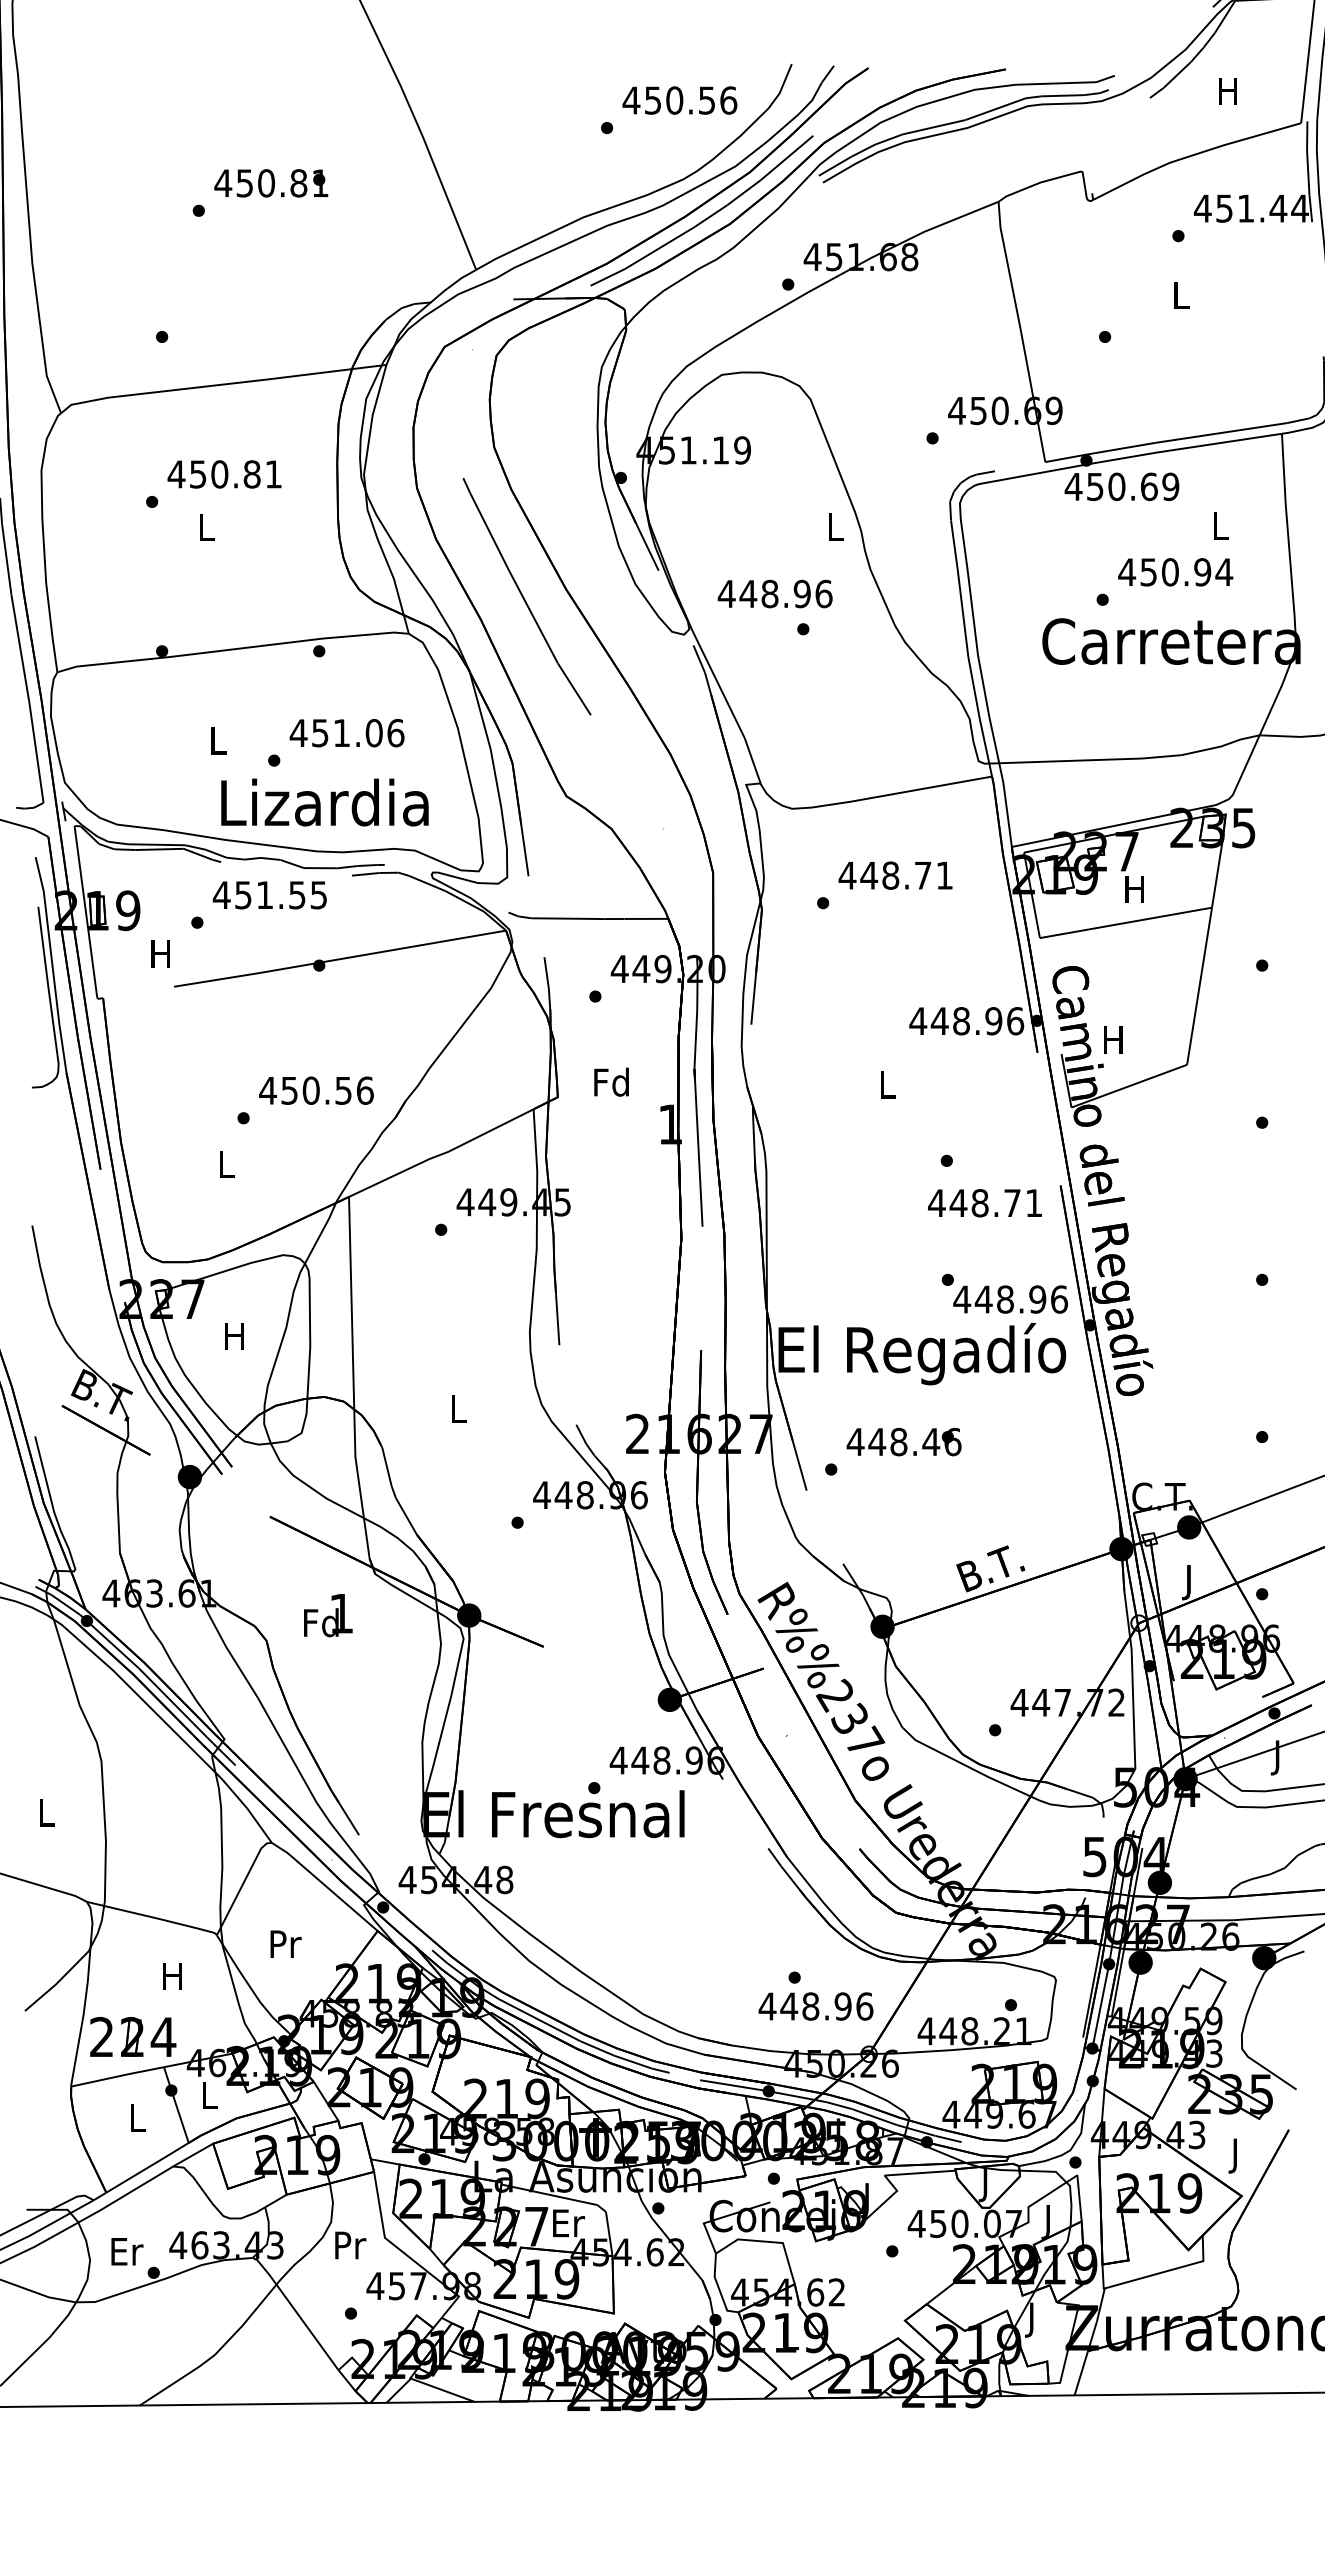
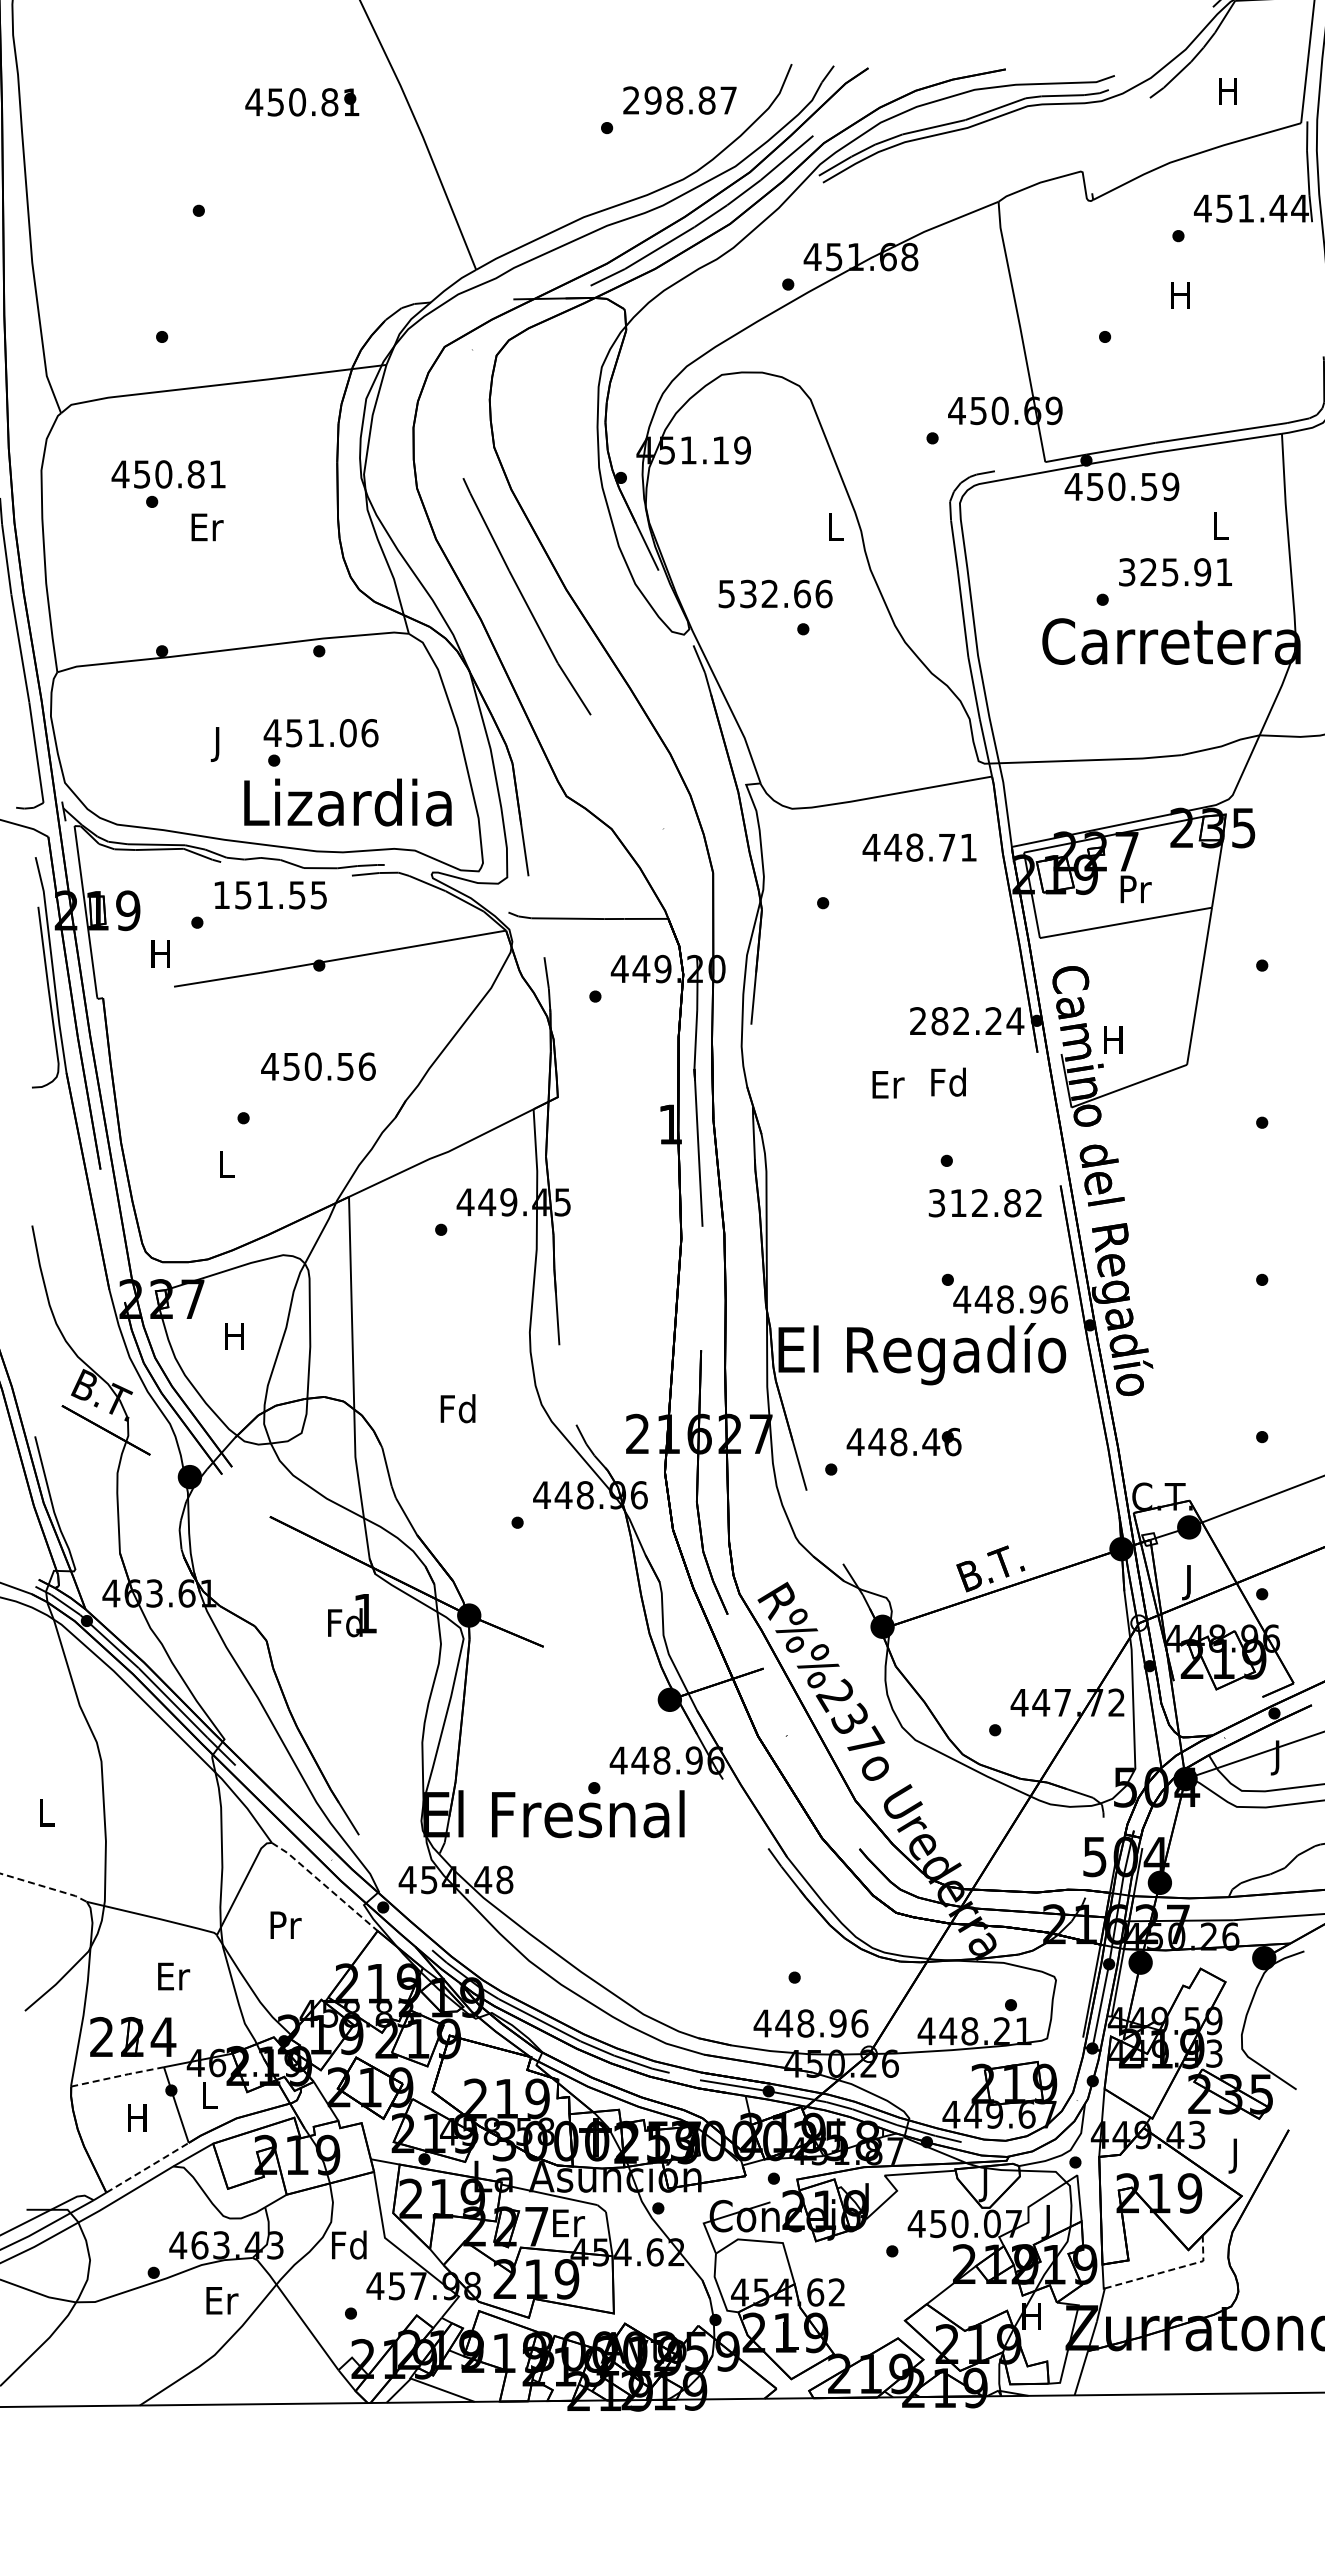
text at (679, 100): 450.56 -> 298.87
text at (271, 183) position: (271, 183) -> (302, 102)
text at (1180, 295): L -> H
text at (224, 474) position: (224, 474) -> (168, 474)
text at (1149, 486): 450.69 -> 450.59
text at (207, 527): L -> Er
text at (1175, 572): 450.94 -> 325.91
text at (763, 593): 448.96 -> 532.66
text at (346, 733) position: (346, 733) -> (320, 733)
text at (218, 744): L -> J
text at (324, 802) position: (324, 802) -> (347, 802)
text at (895, 875) position: (895, 875) -> (919, 847)
text at (1135, 889): H -> Pr
text at (221, 894): 451.55 -> 151.55
text at (966, 1021): 448.96 -> 282.24
text at (611, 1081) position: (611, 1081) -> (948, 1081)
text at (888, 1084): L -> Er
text at (316, 1090) position: (316, 1090) -> (318, 1066)
text at (984, 1203): 448.71 -> 312.82
text at (457, 1408): L -> Fd
text at (328, 1615) position: (328, 1615) -> (352, 1615)
line at (325, 1885): solid -> dashed
line at (44, 1886): solid -> dashed
text at (285, 1943) position: (285, 1943) -> (285, 1924)
text at (174, 1976): H -> Er
text at (815, 2006) position: (815, 2006) -> (810, 2023)
line at (117, 2076): solid -> dashed
text at (137, 2117): L -> H
line at (148, 2167): solid -> dashed
text at (349, 2244): Pr -> Fd
text at (127, 2251) position: (127, 2251) -> (222, 2300)
line at (1167, 2271): solid -> dashed
text at (1031, 2319): J -> H
